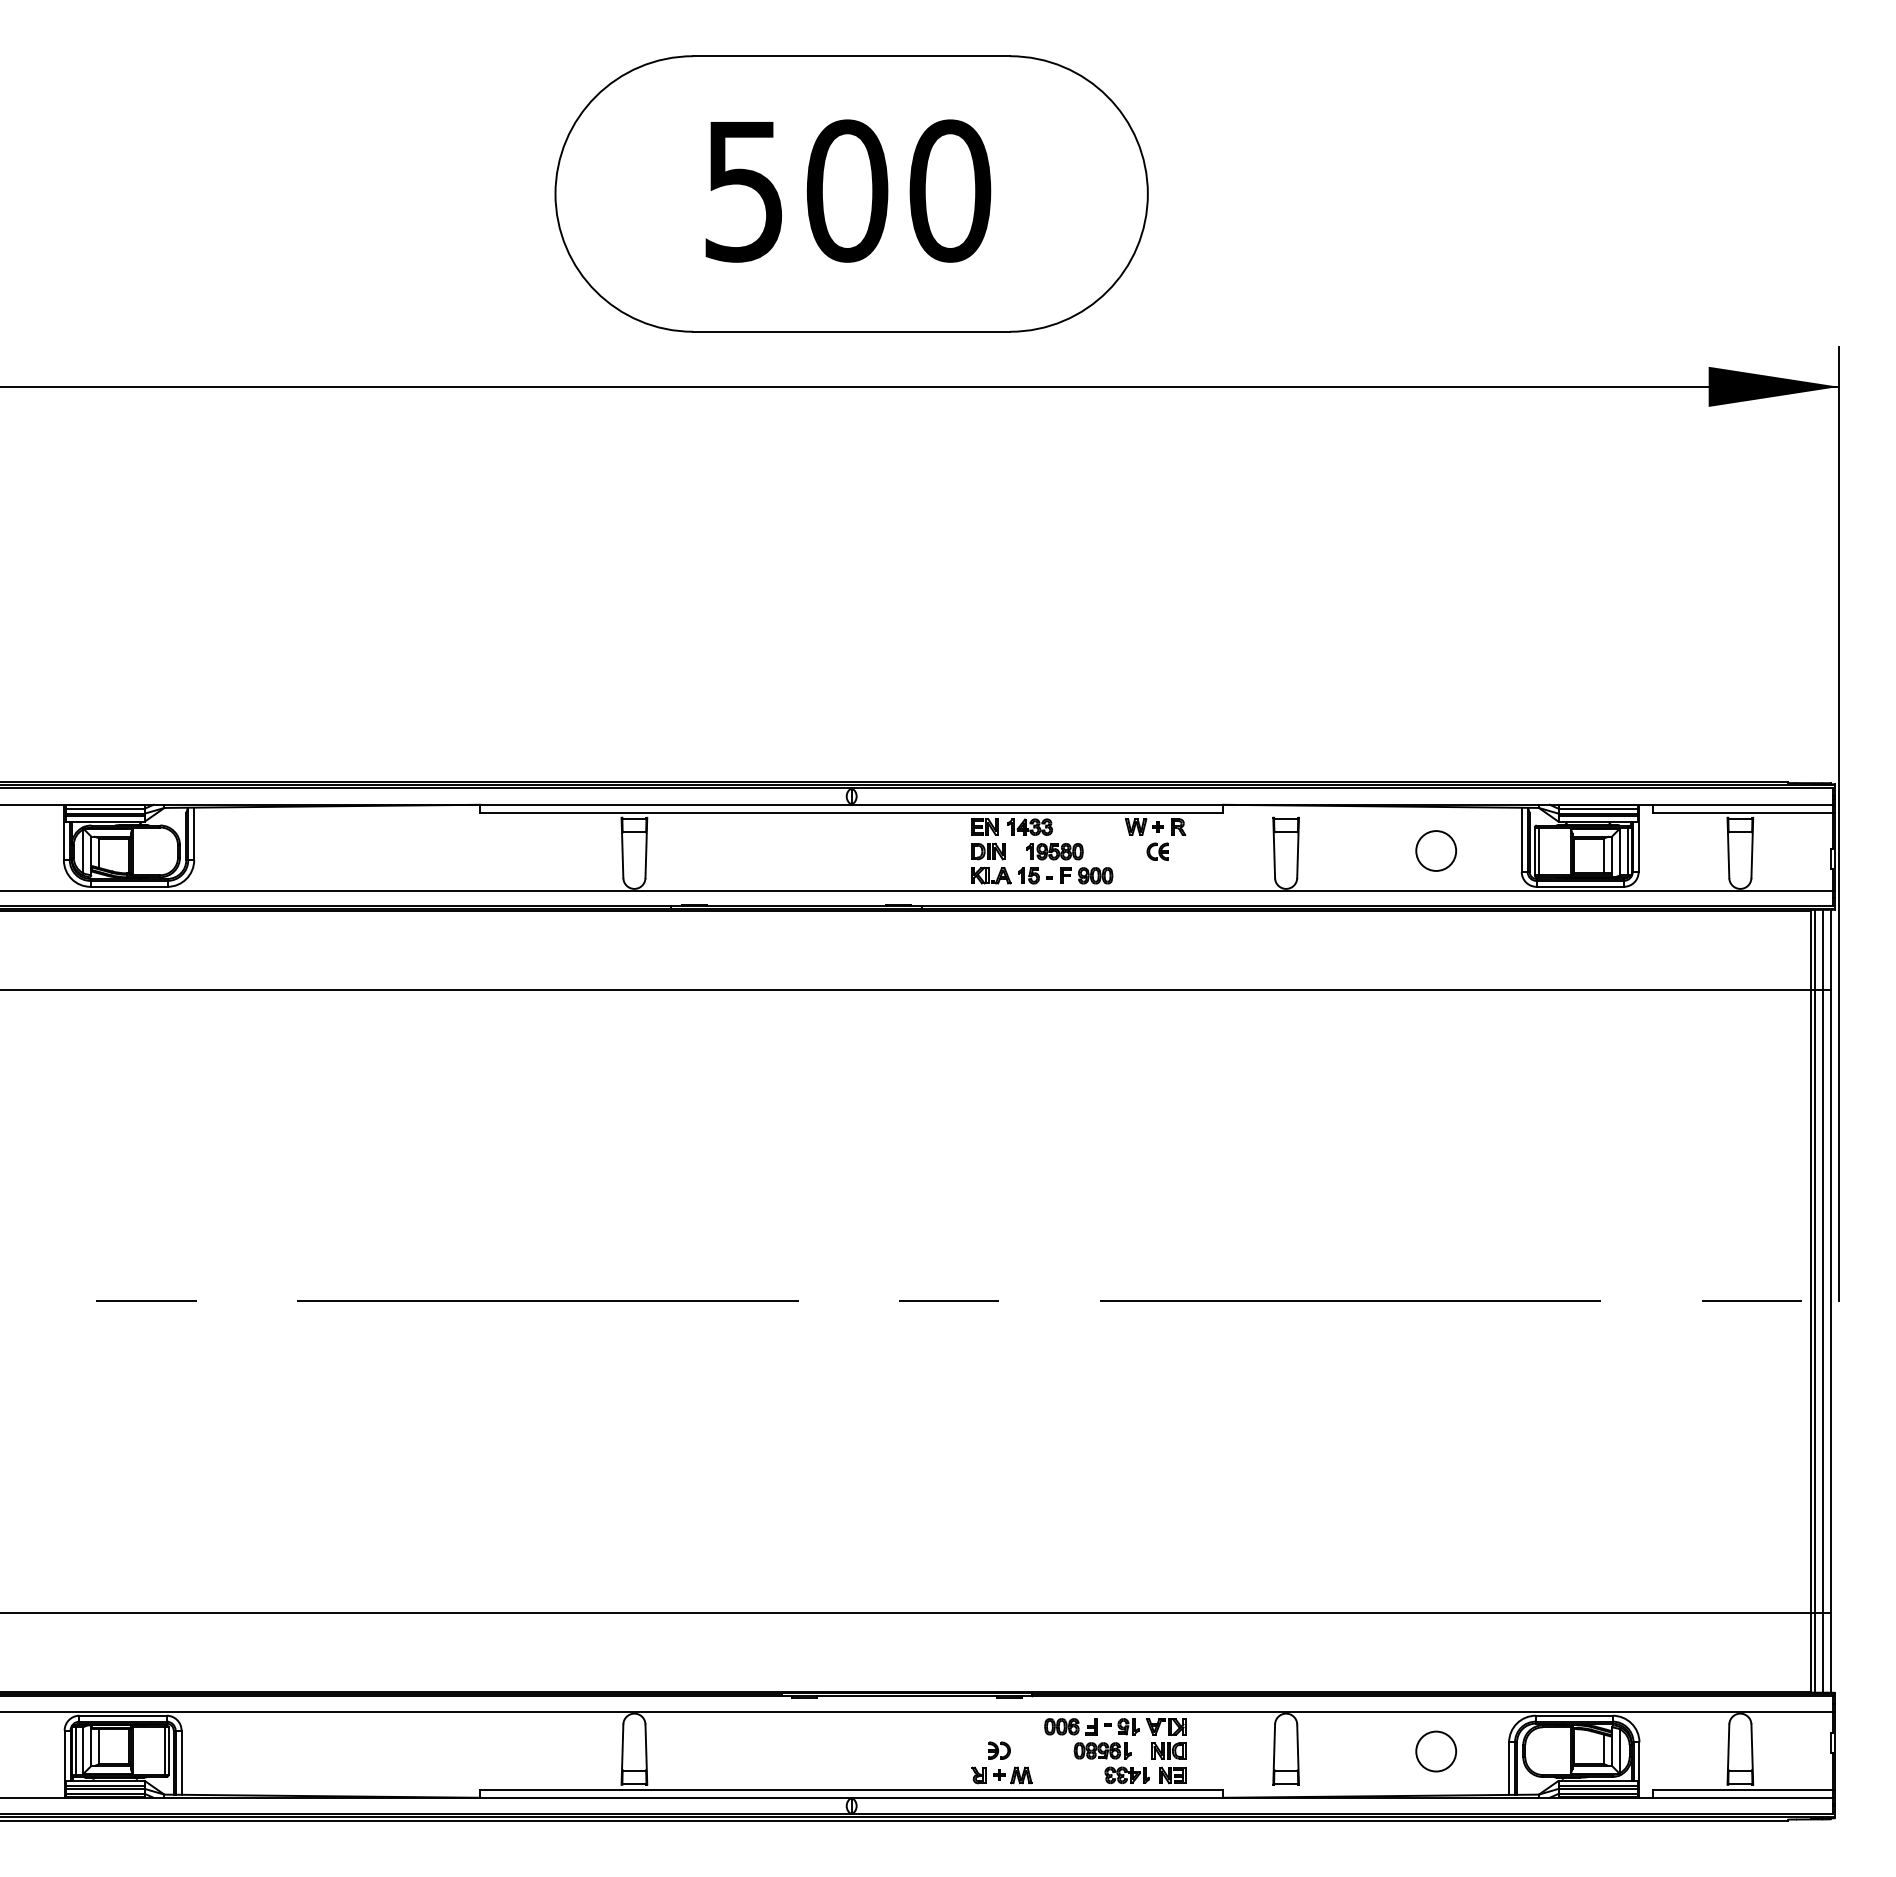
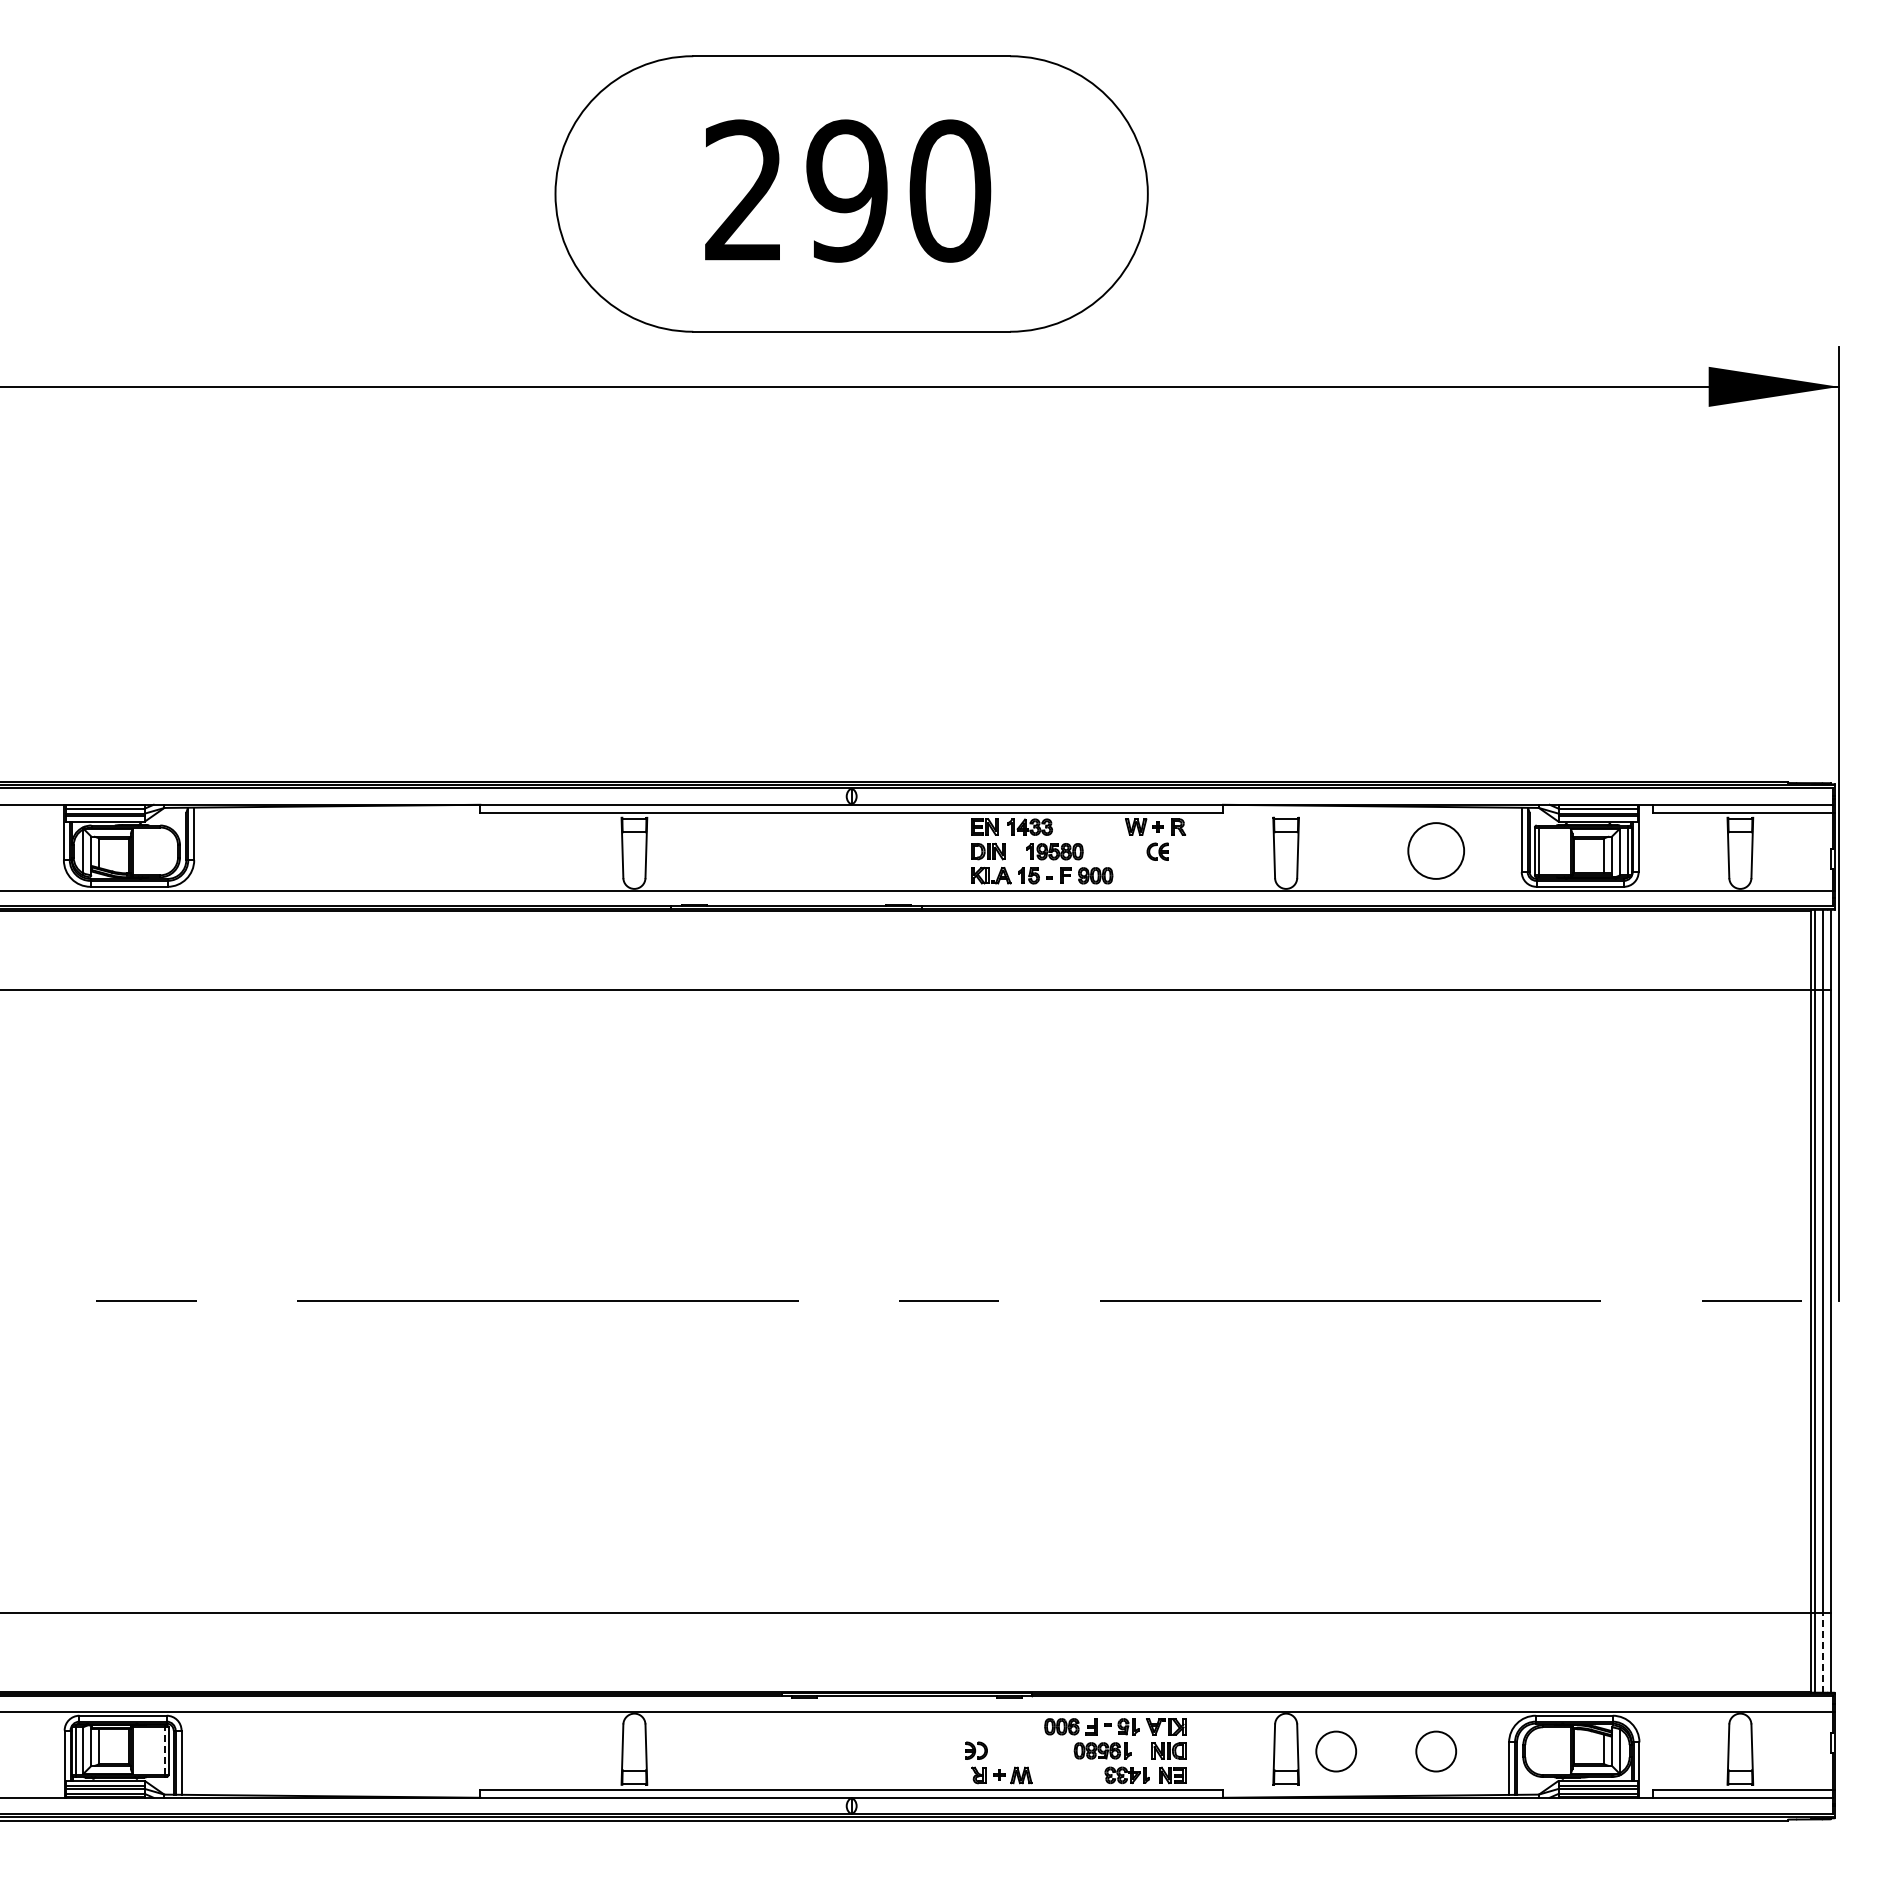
text at (796, 190): 500 -> 290
circle at (1436, 850) diameter: 40 px -> 56 px
line at (1823, 1652): solid -> dashed
part at (999, 1750) position: (999, 1750) -> (976, 1750)
line at (164, 1751): solid -> dashed
circle at (1336, 1751): none -> present
